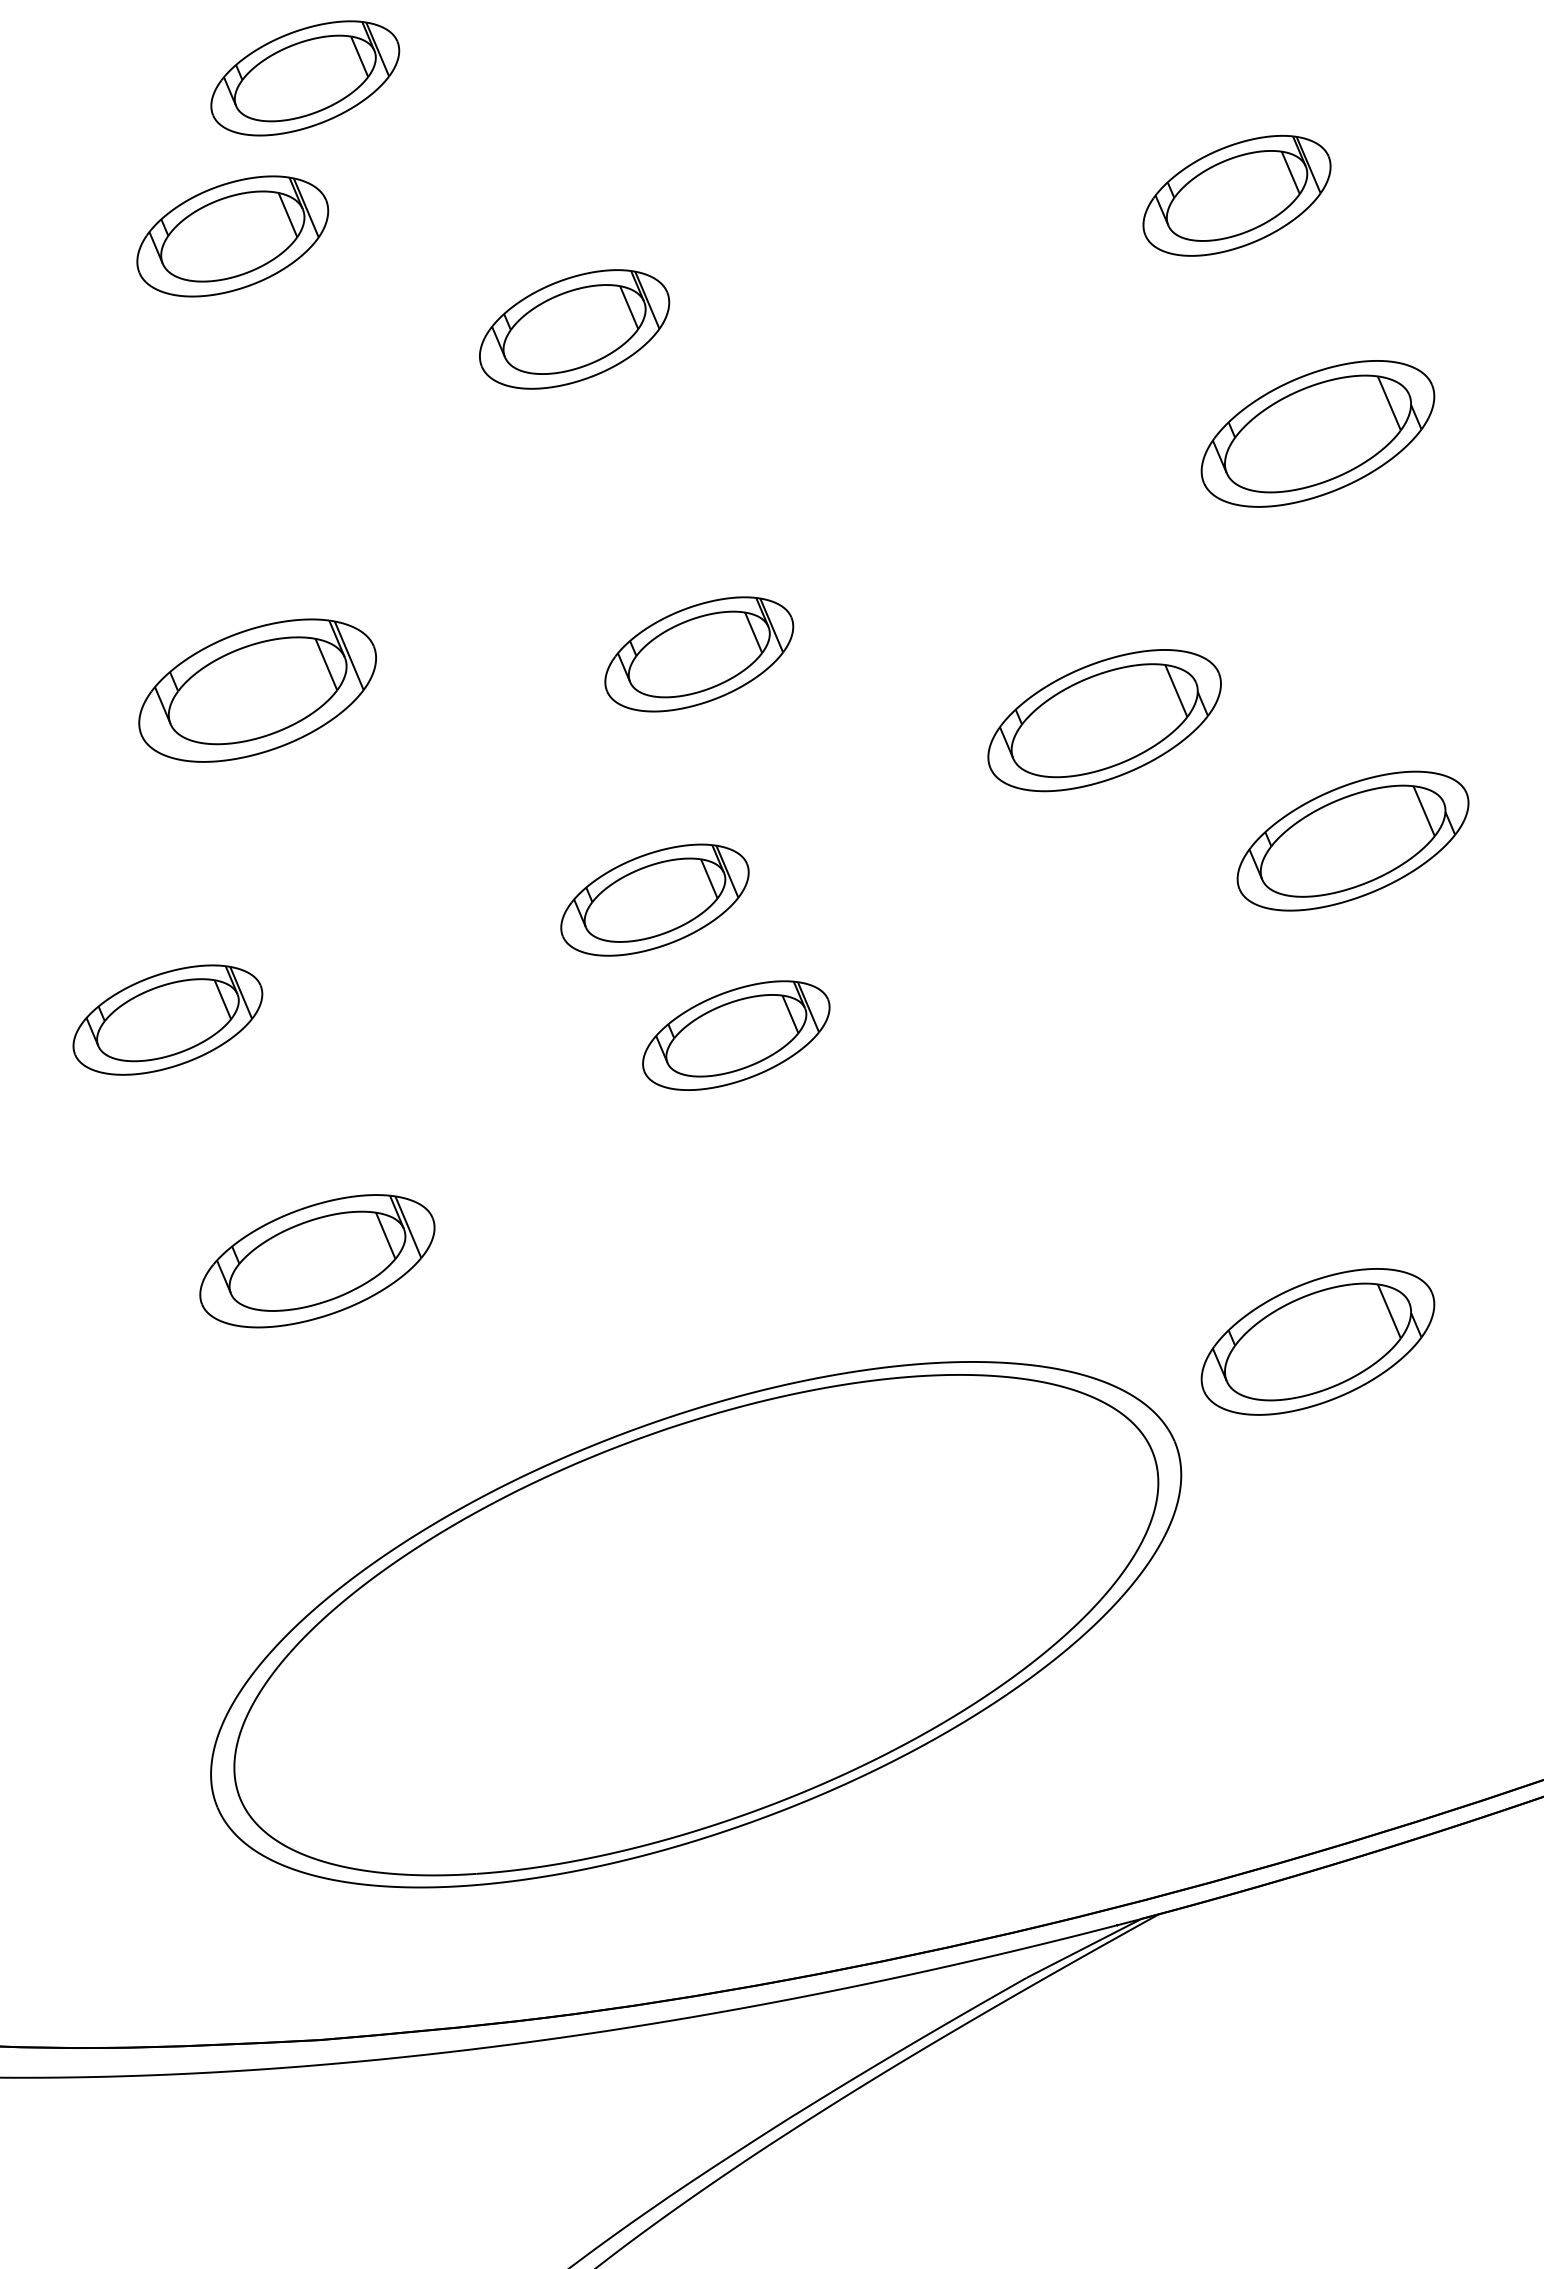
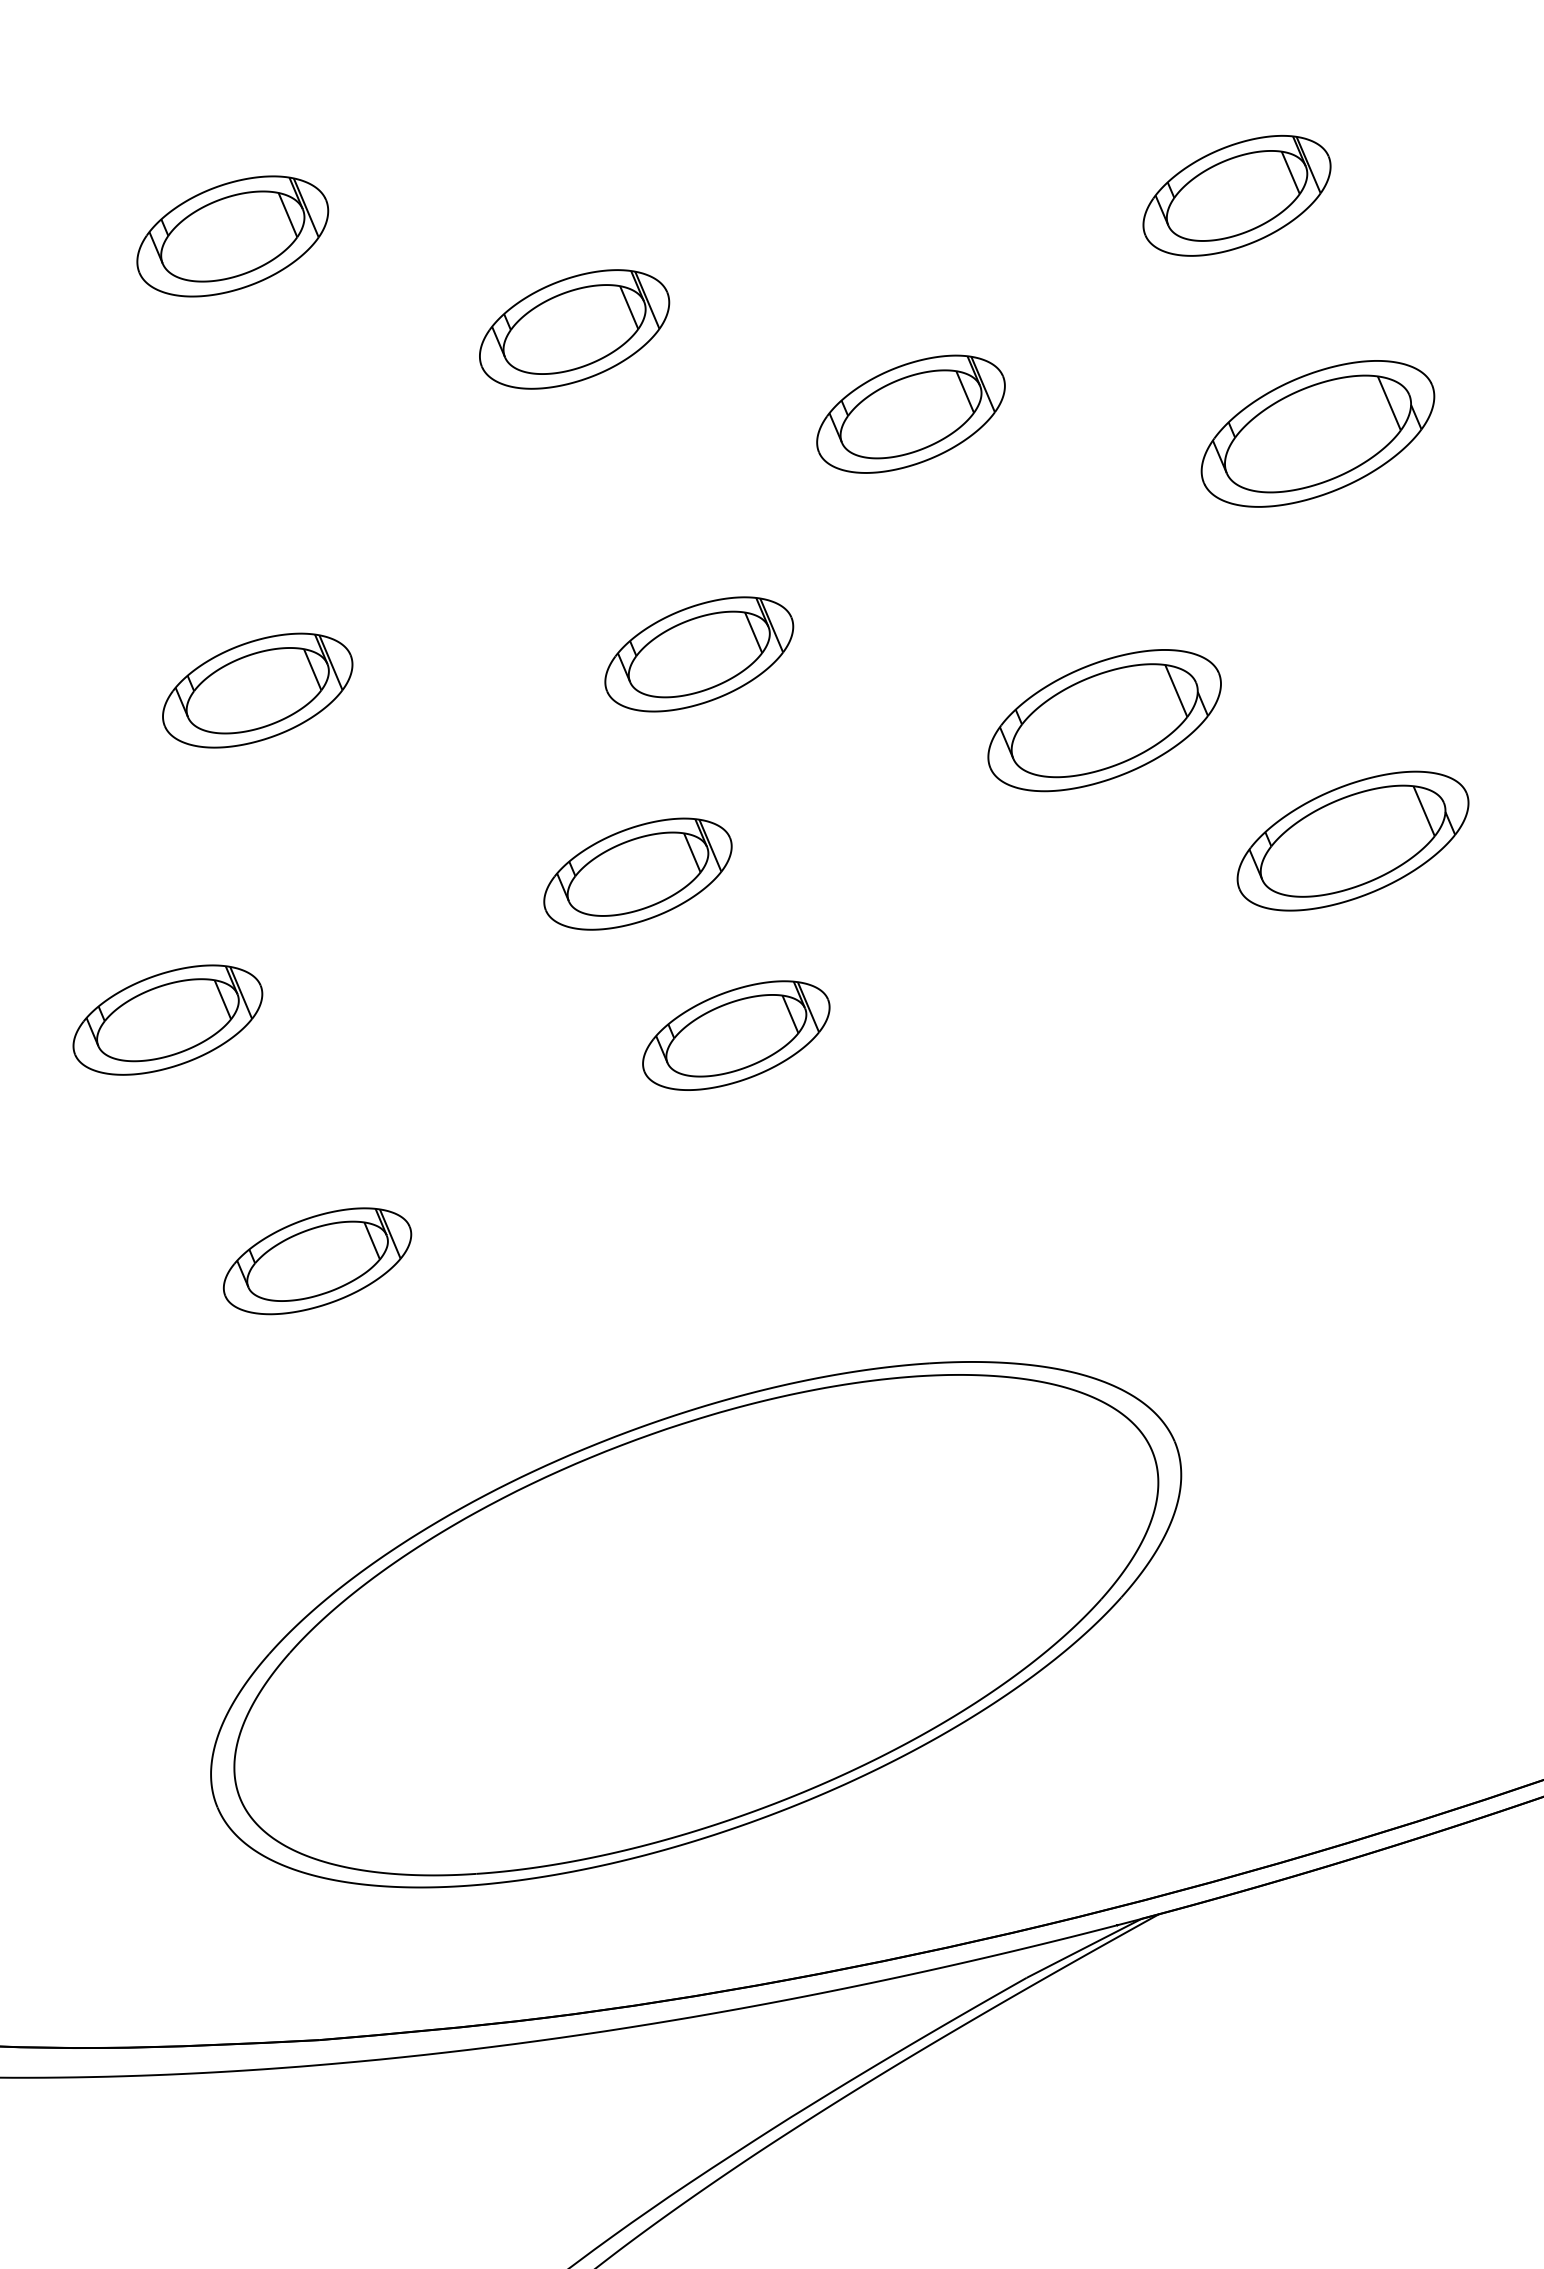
part at (305, 78): present -> none
part at (910, 413): none -> present
part at (257, 690) size: 239x145 px -> 192x117 px
part at (654, 899) position: (654, 899) -> (637, 873)
part at (317, 1261) size: 237x135 px -> 190x109 px
part at (1317, 1341): present -> none
